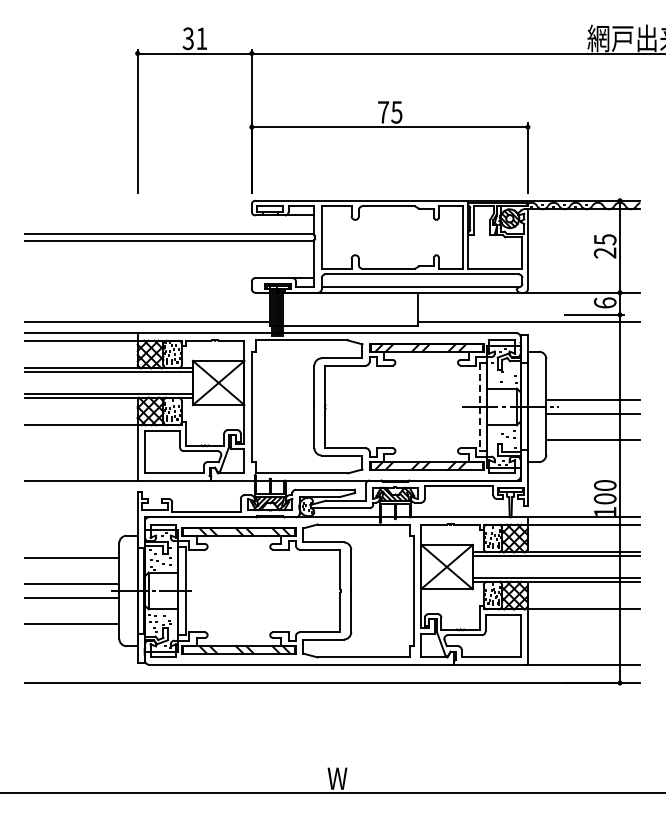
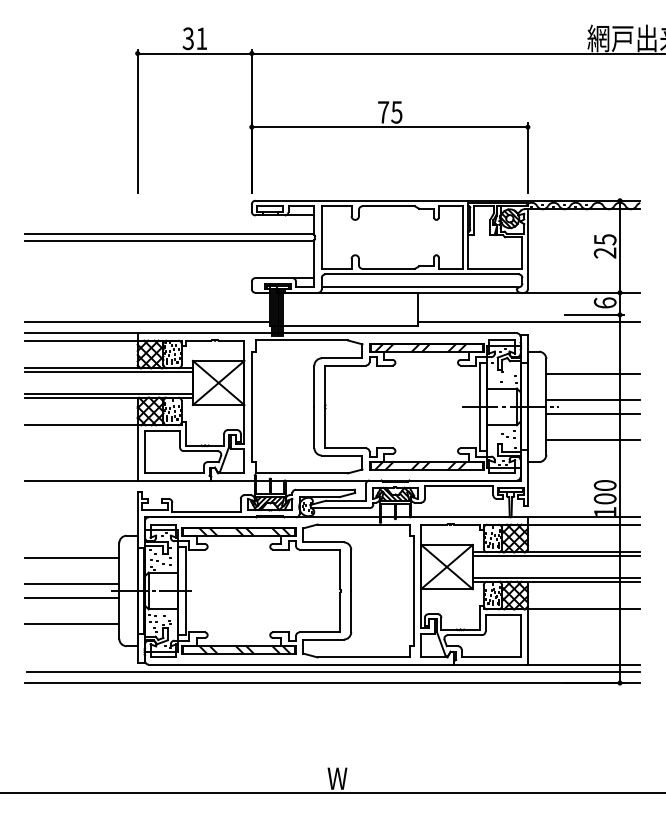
line at (593, 373): none -> present
line at (480, 407): dashed -> solid
line at (333, 671): none -> present
